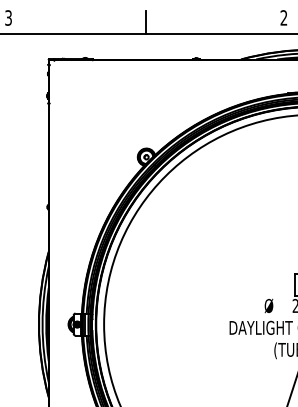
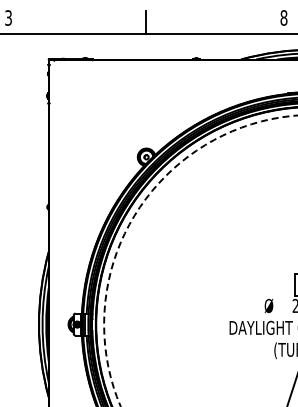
text at (283, 17): 2 -> 8
circle at (200, 260): solid -> dashed
